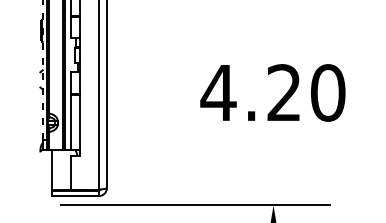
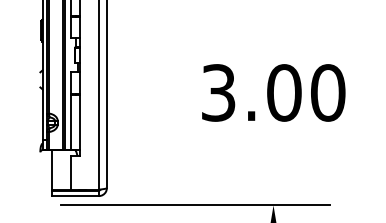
line at (42, 69): dashed -> solid
text at (250, 92): 4.20 -> 3.00
